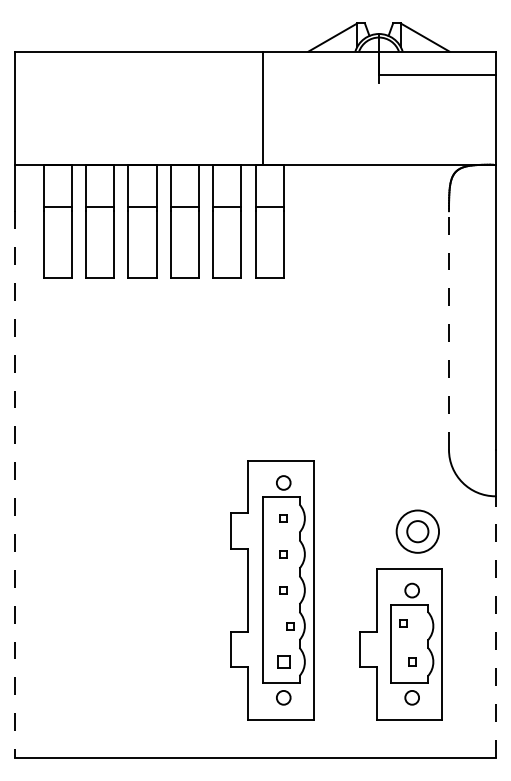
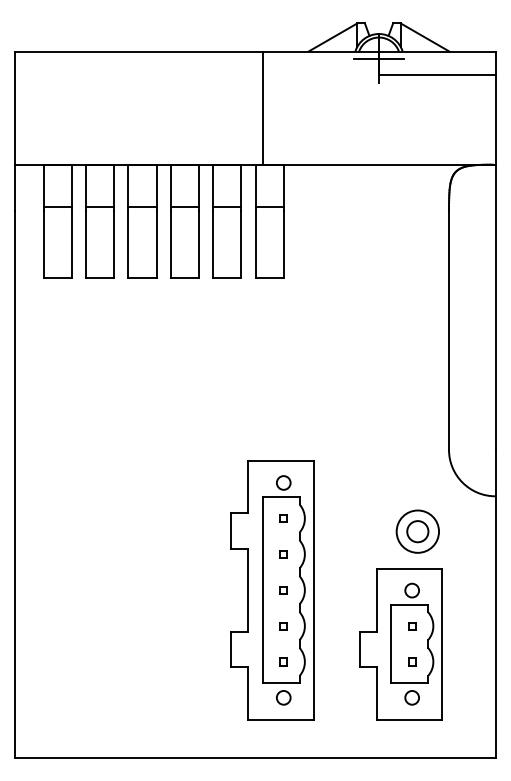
line at (378, 58): none -> present
line at (448, 330): dashed -> solid
line at (15, 484): dashed -> solid
part at (403, 623) position: (403, 623) -> (412, 626)
part at (290, 626) position: (290, 626) -> (283, 626)
line at (495, 626): dashed -> solid
part at (283, 661) size: 14x14 px -> 9x10 px
